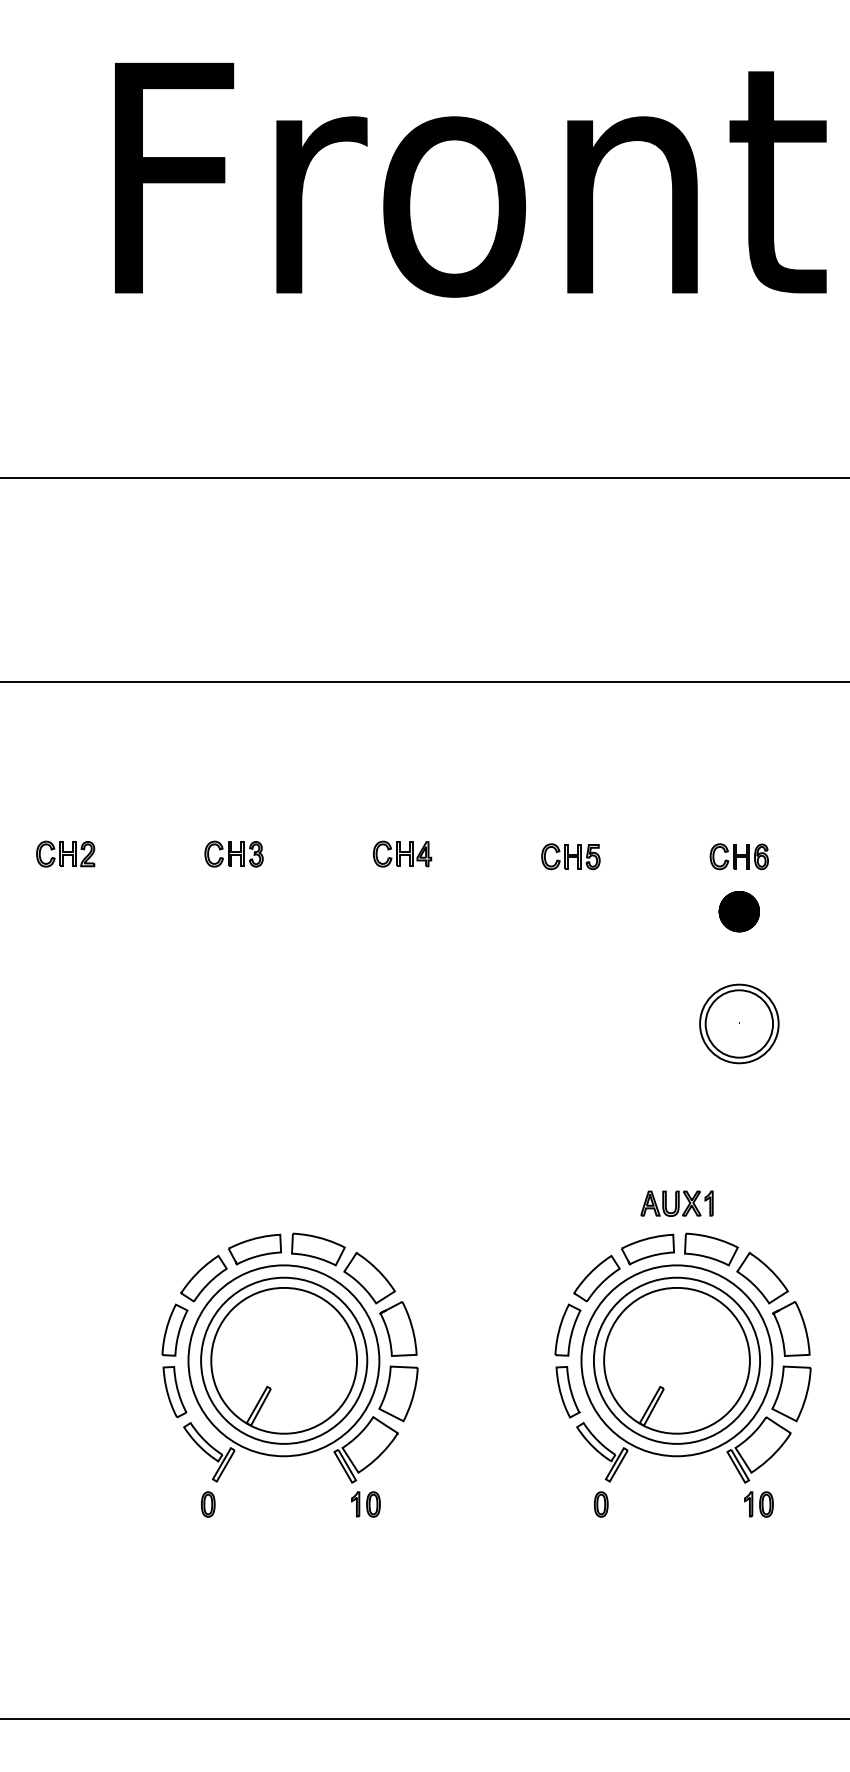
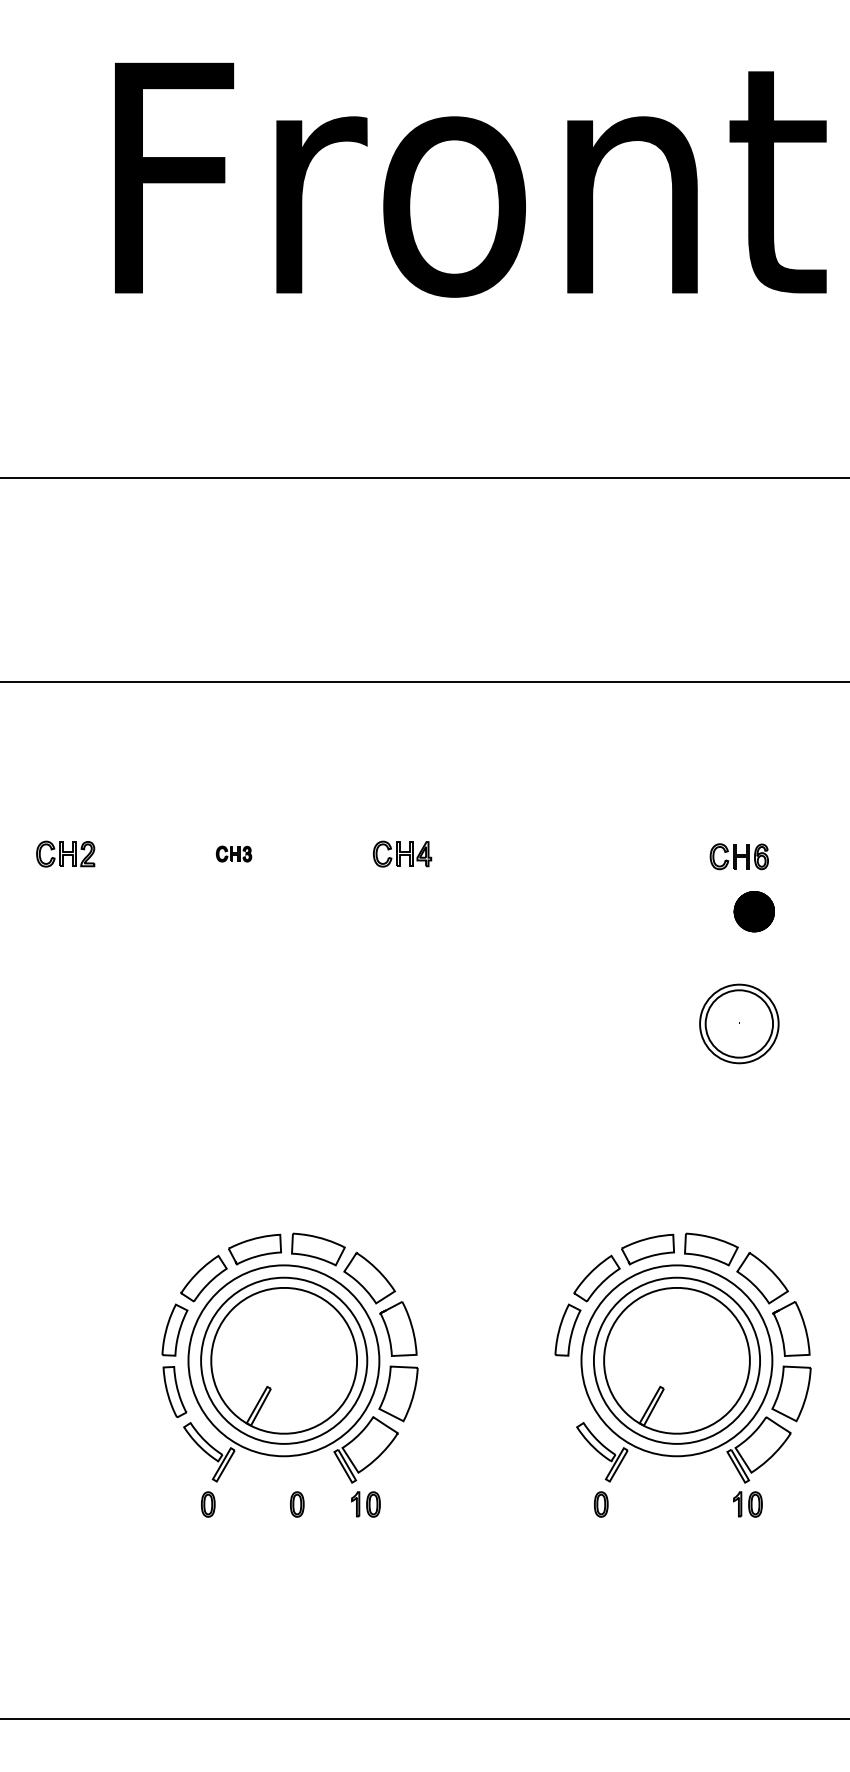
part at (233, 853) size: 60x28 px -> 37x18 px
part at (570, 856): present -> none
part at (738, 911) position: (738, 911) -> (753, 911)
part at (676, 1203): present -> none
part at (567, 1392): present -> none
part at (297, 1504): none -> present
part at (758, 1504) position: (758, 1504) -> (747, 1504)
